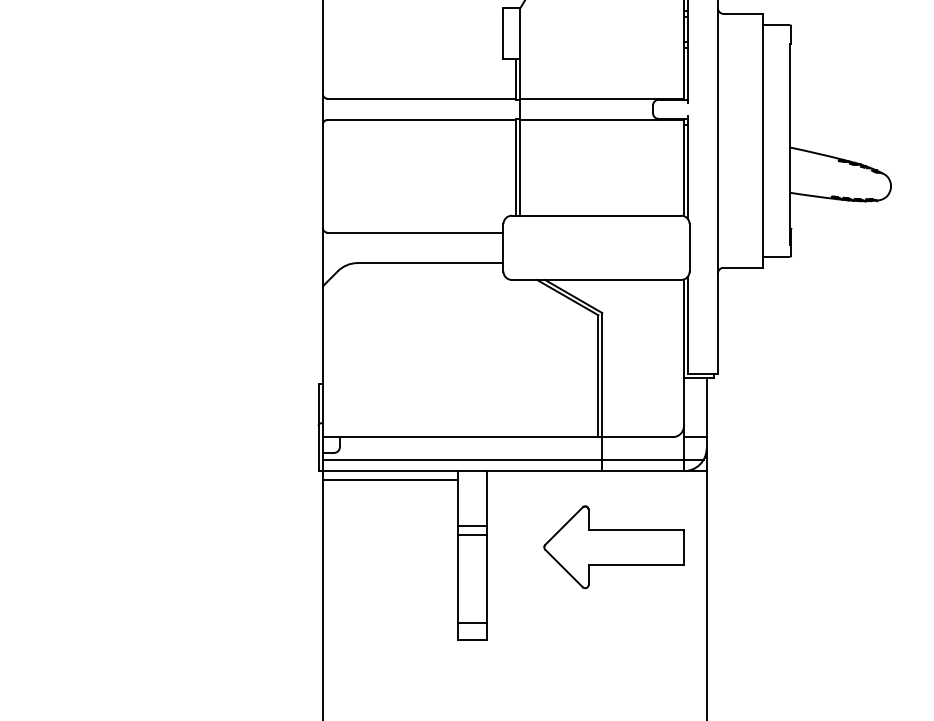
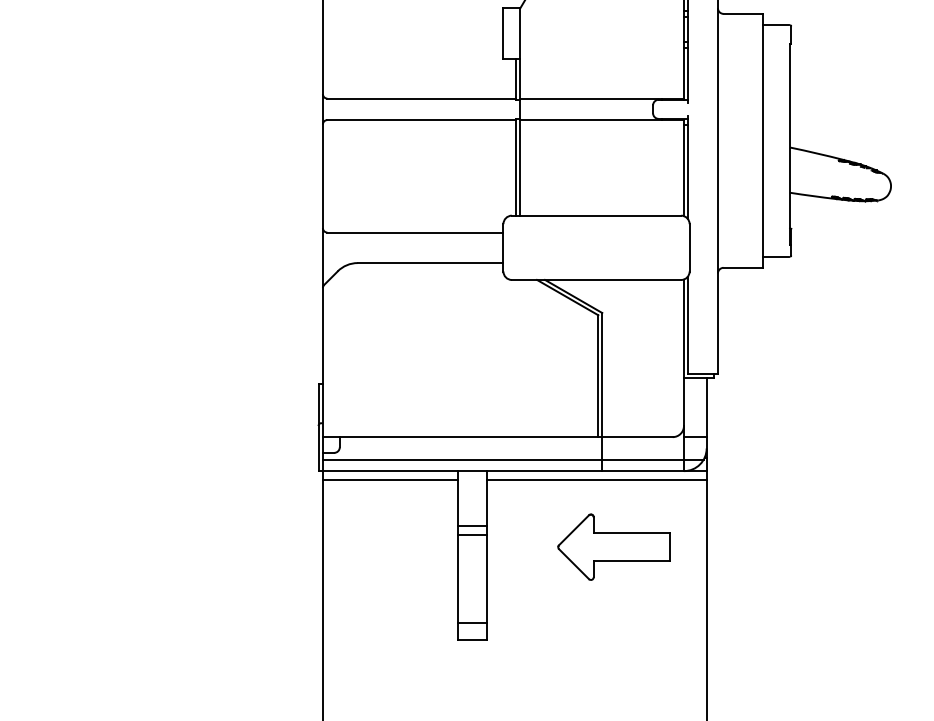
line at (596, 480): none -> present
part at (613, 547) size: 142x85 px -> 114x68 px
